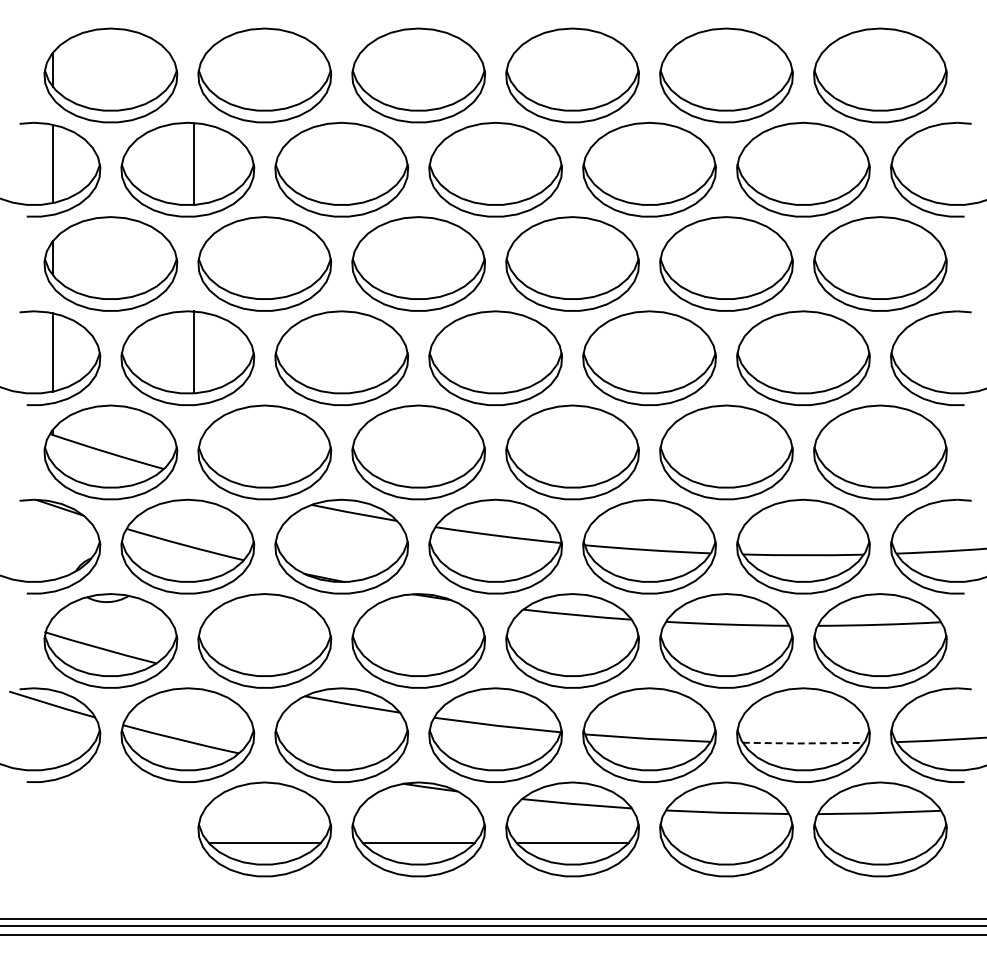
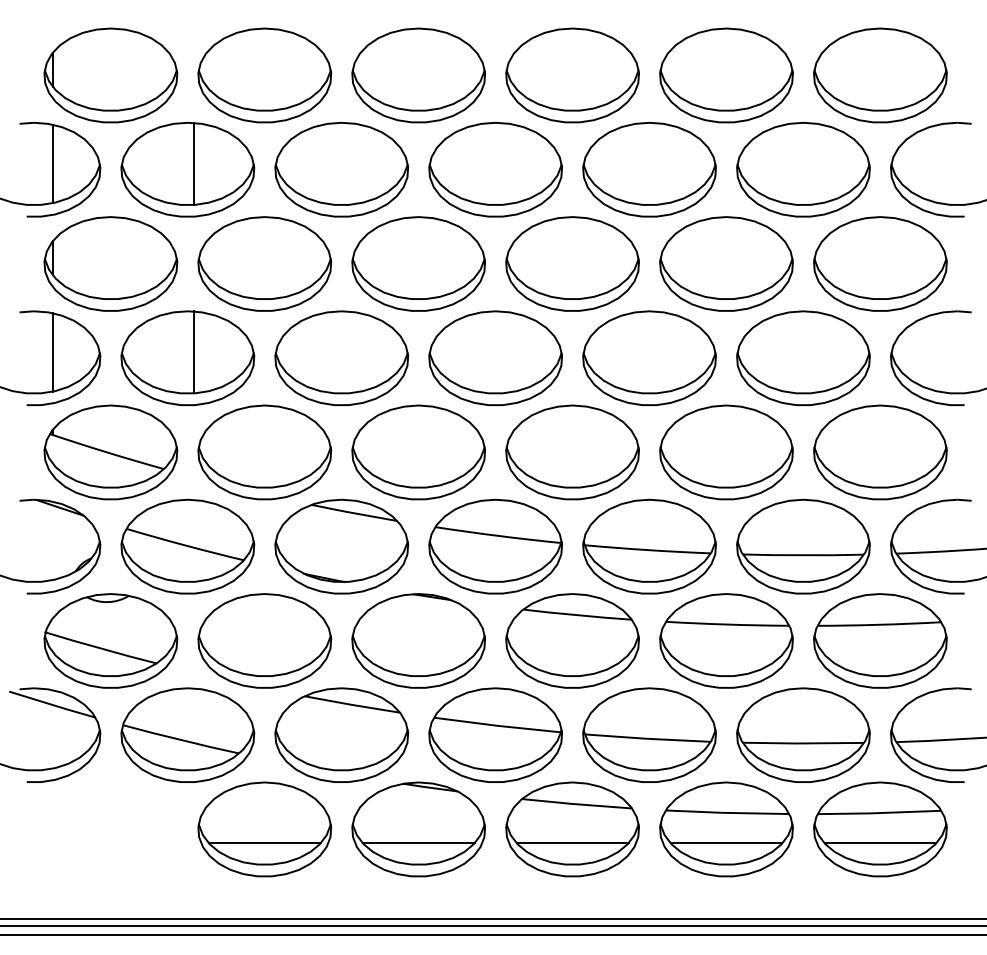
line at (802, 743): dashed -> solid
line at (726, 843): none -> present
line at (880, 843): none -> present
